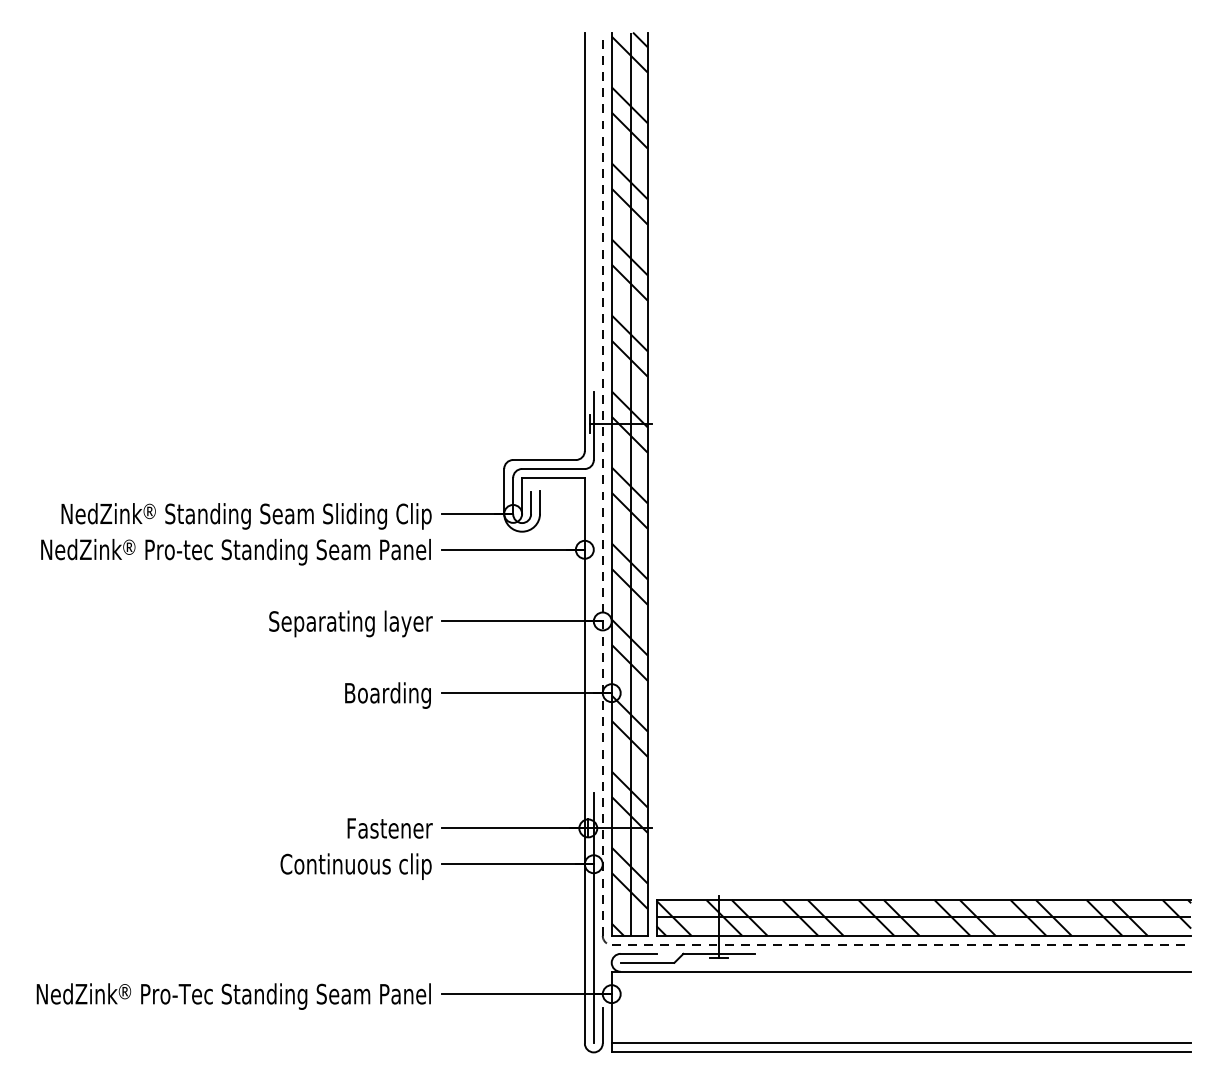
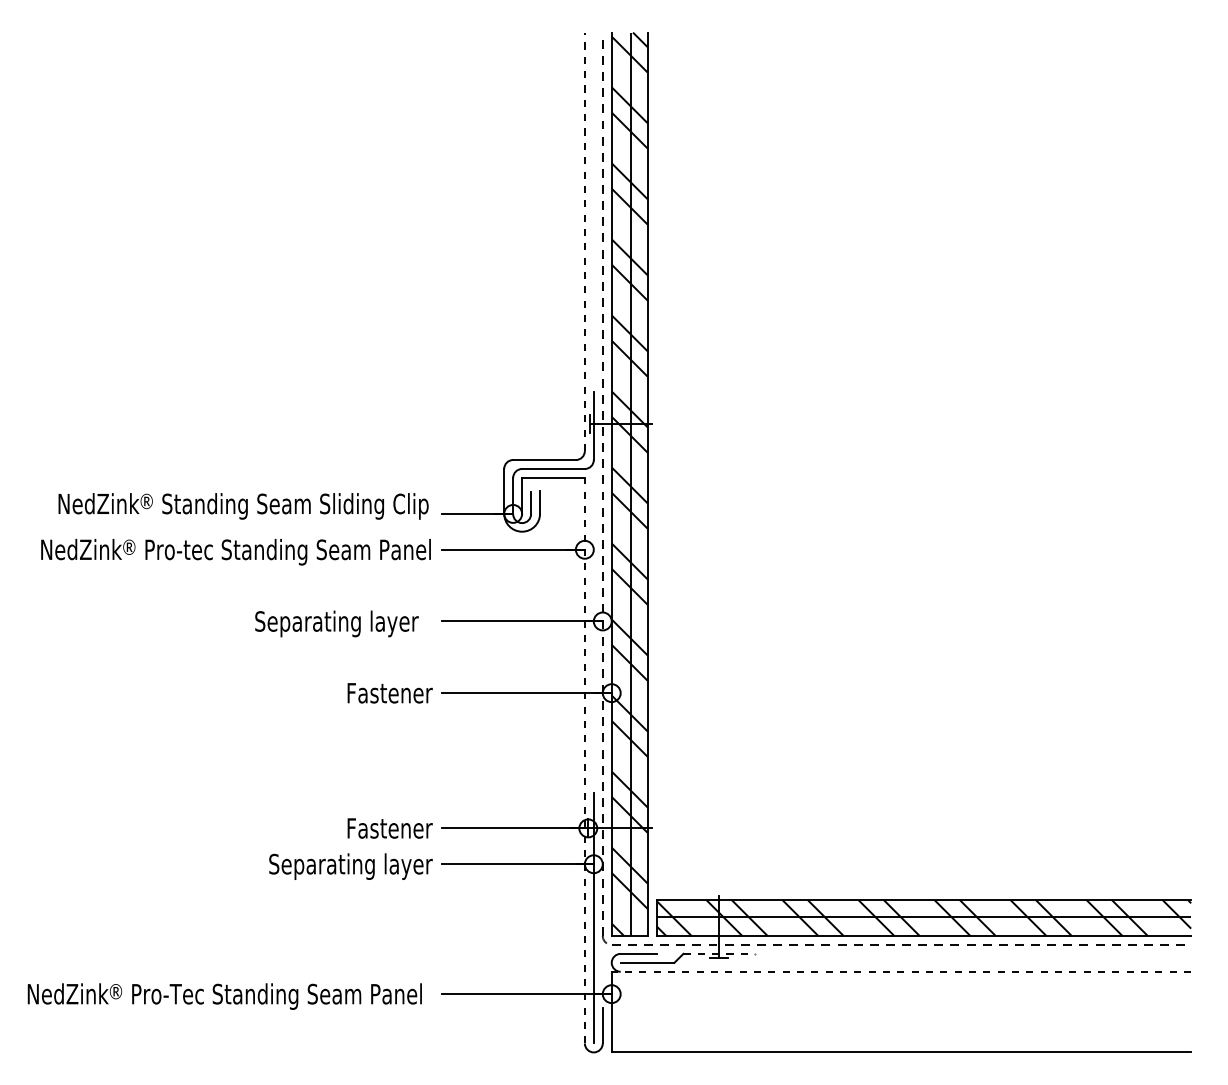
line at (584, 241): solid -> dashed
text at (246, 516) position: (246, 516) -> (243, 506)
text at (350, 623) position: (350, 623) -> (336, 623)
text at (388, 695): Boarding -> Fastener
line at (584, 760): solid -> dashed
text at (350, 866): Continuous clip -> Separating layer
line at (719, 953): solid -> dashed
line at (901, 971): solid -> dashed
text at (233, 996) position: (233, 996) -> (224, 996)
line at (901, 1043): present -> none
